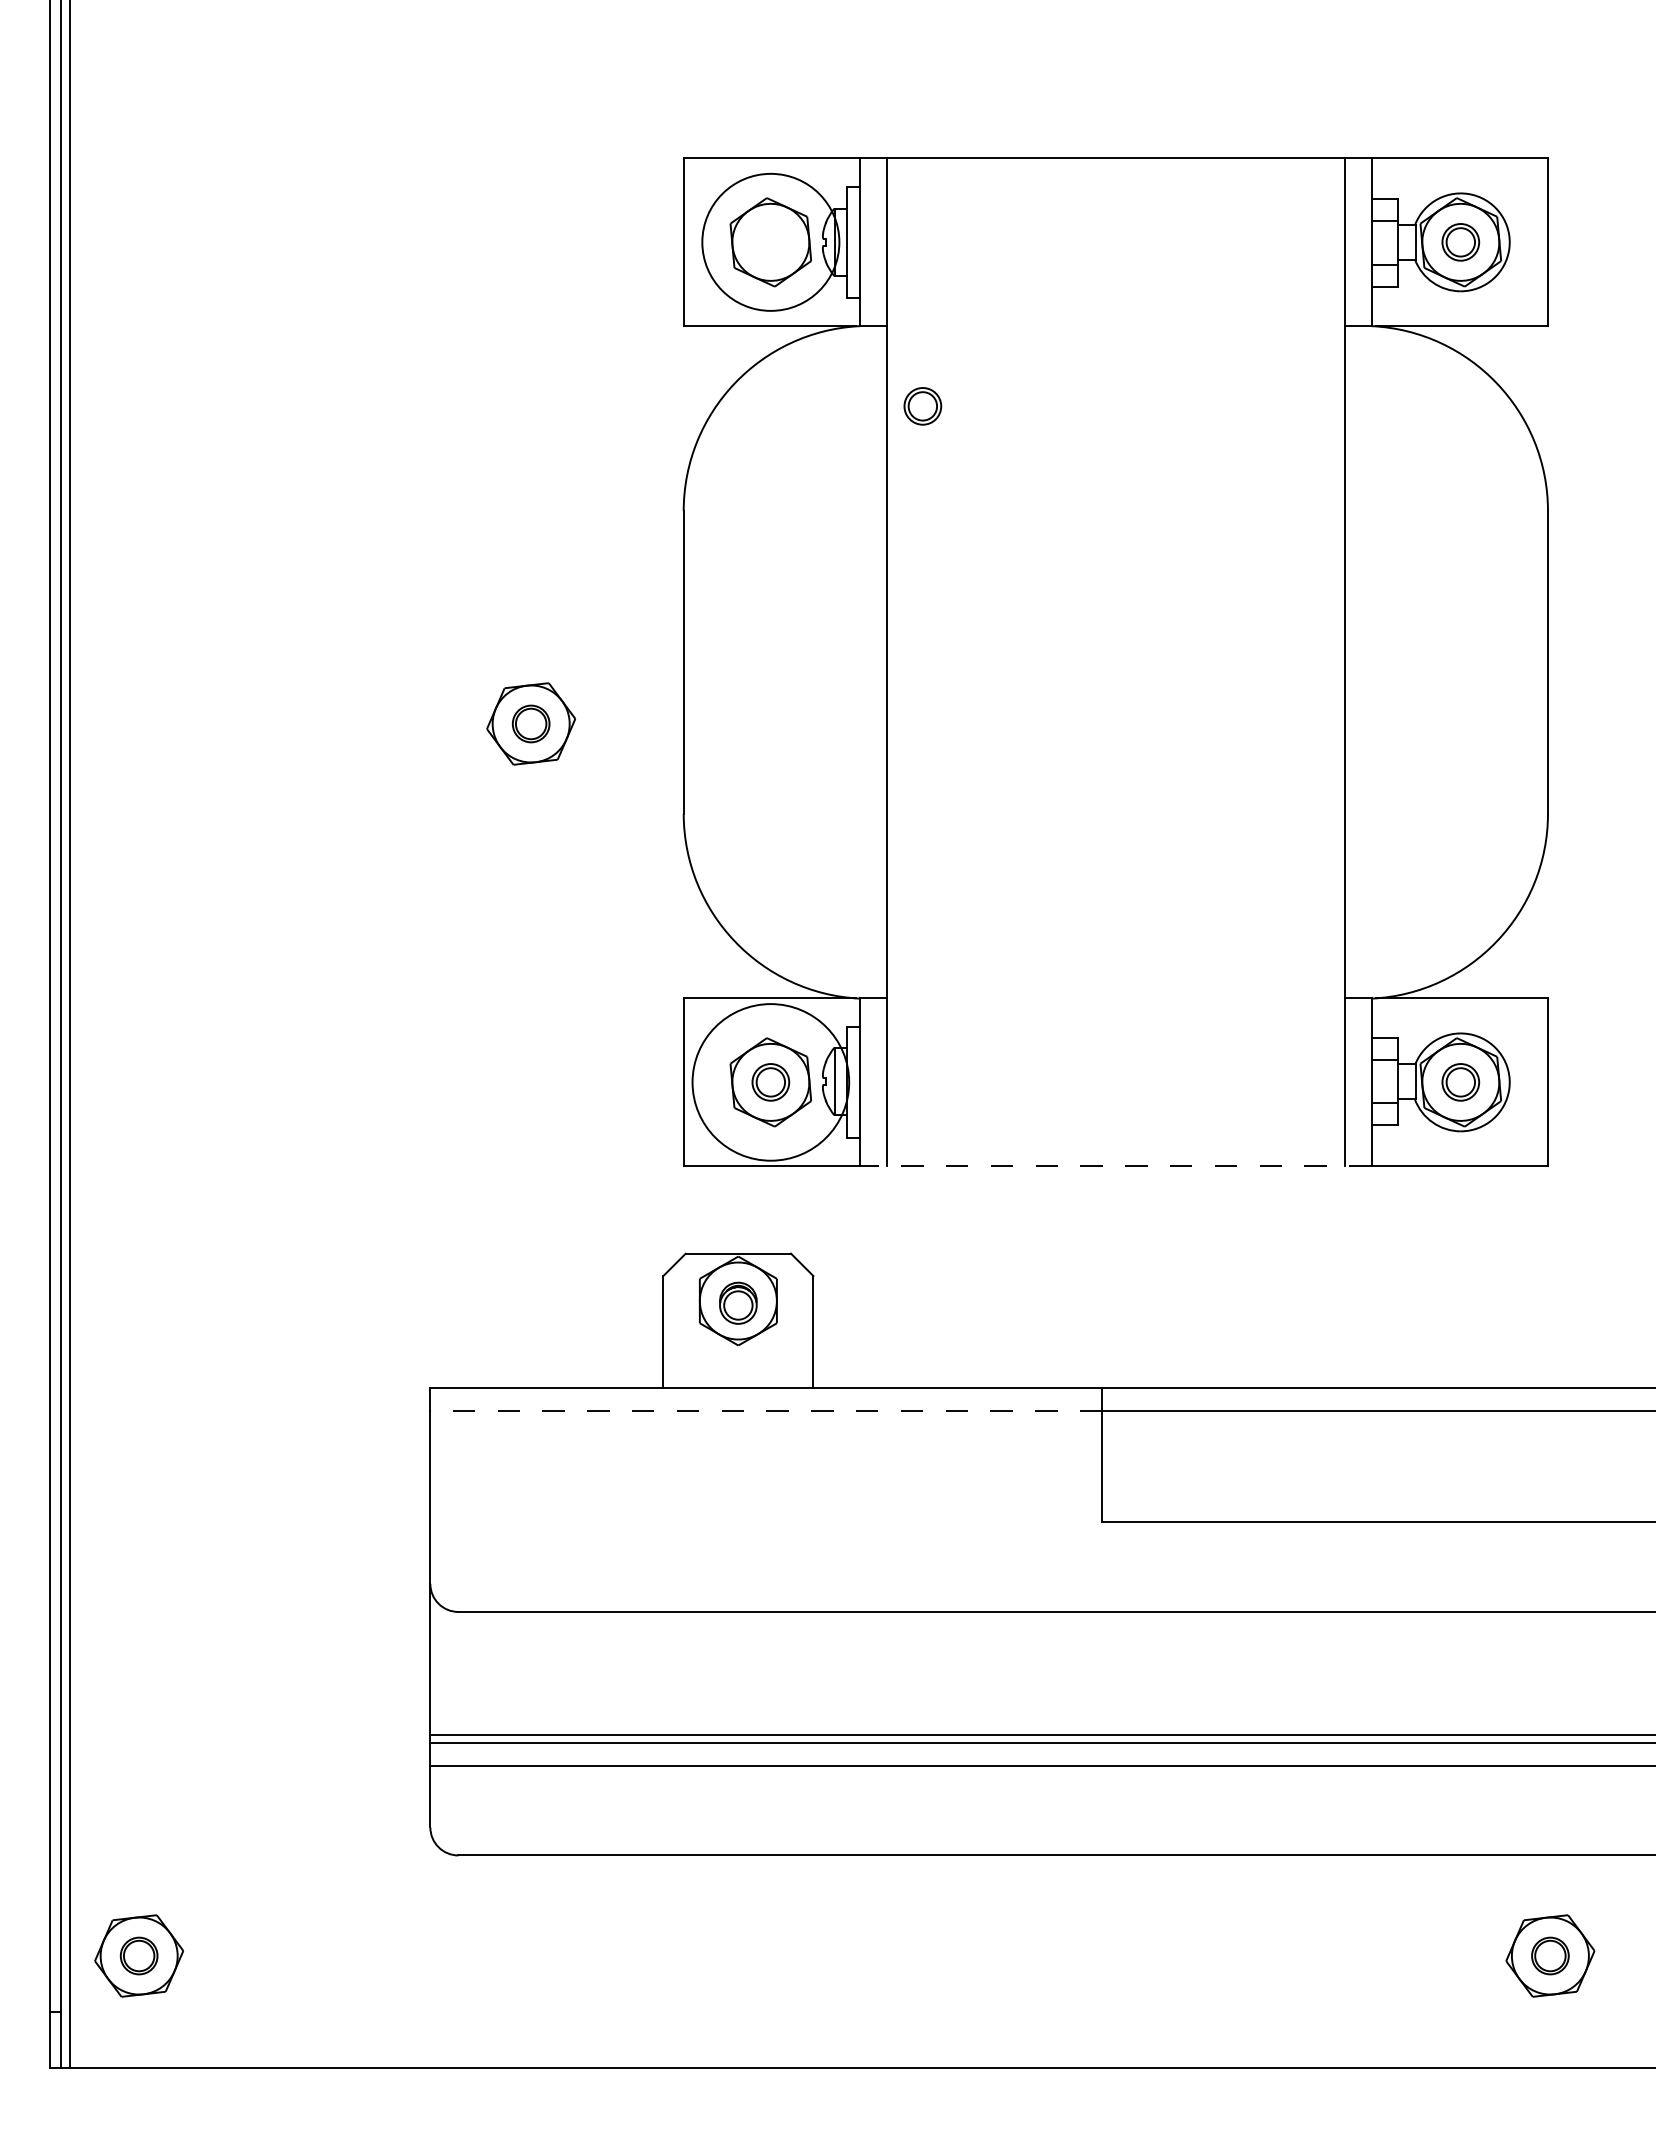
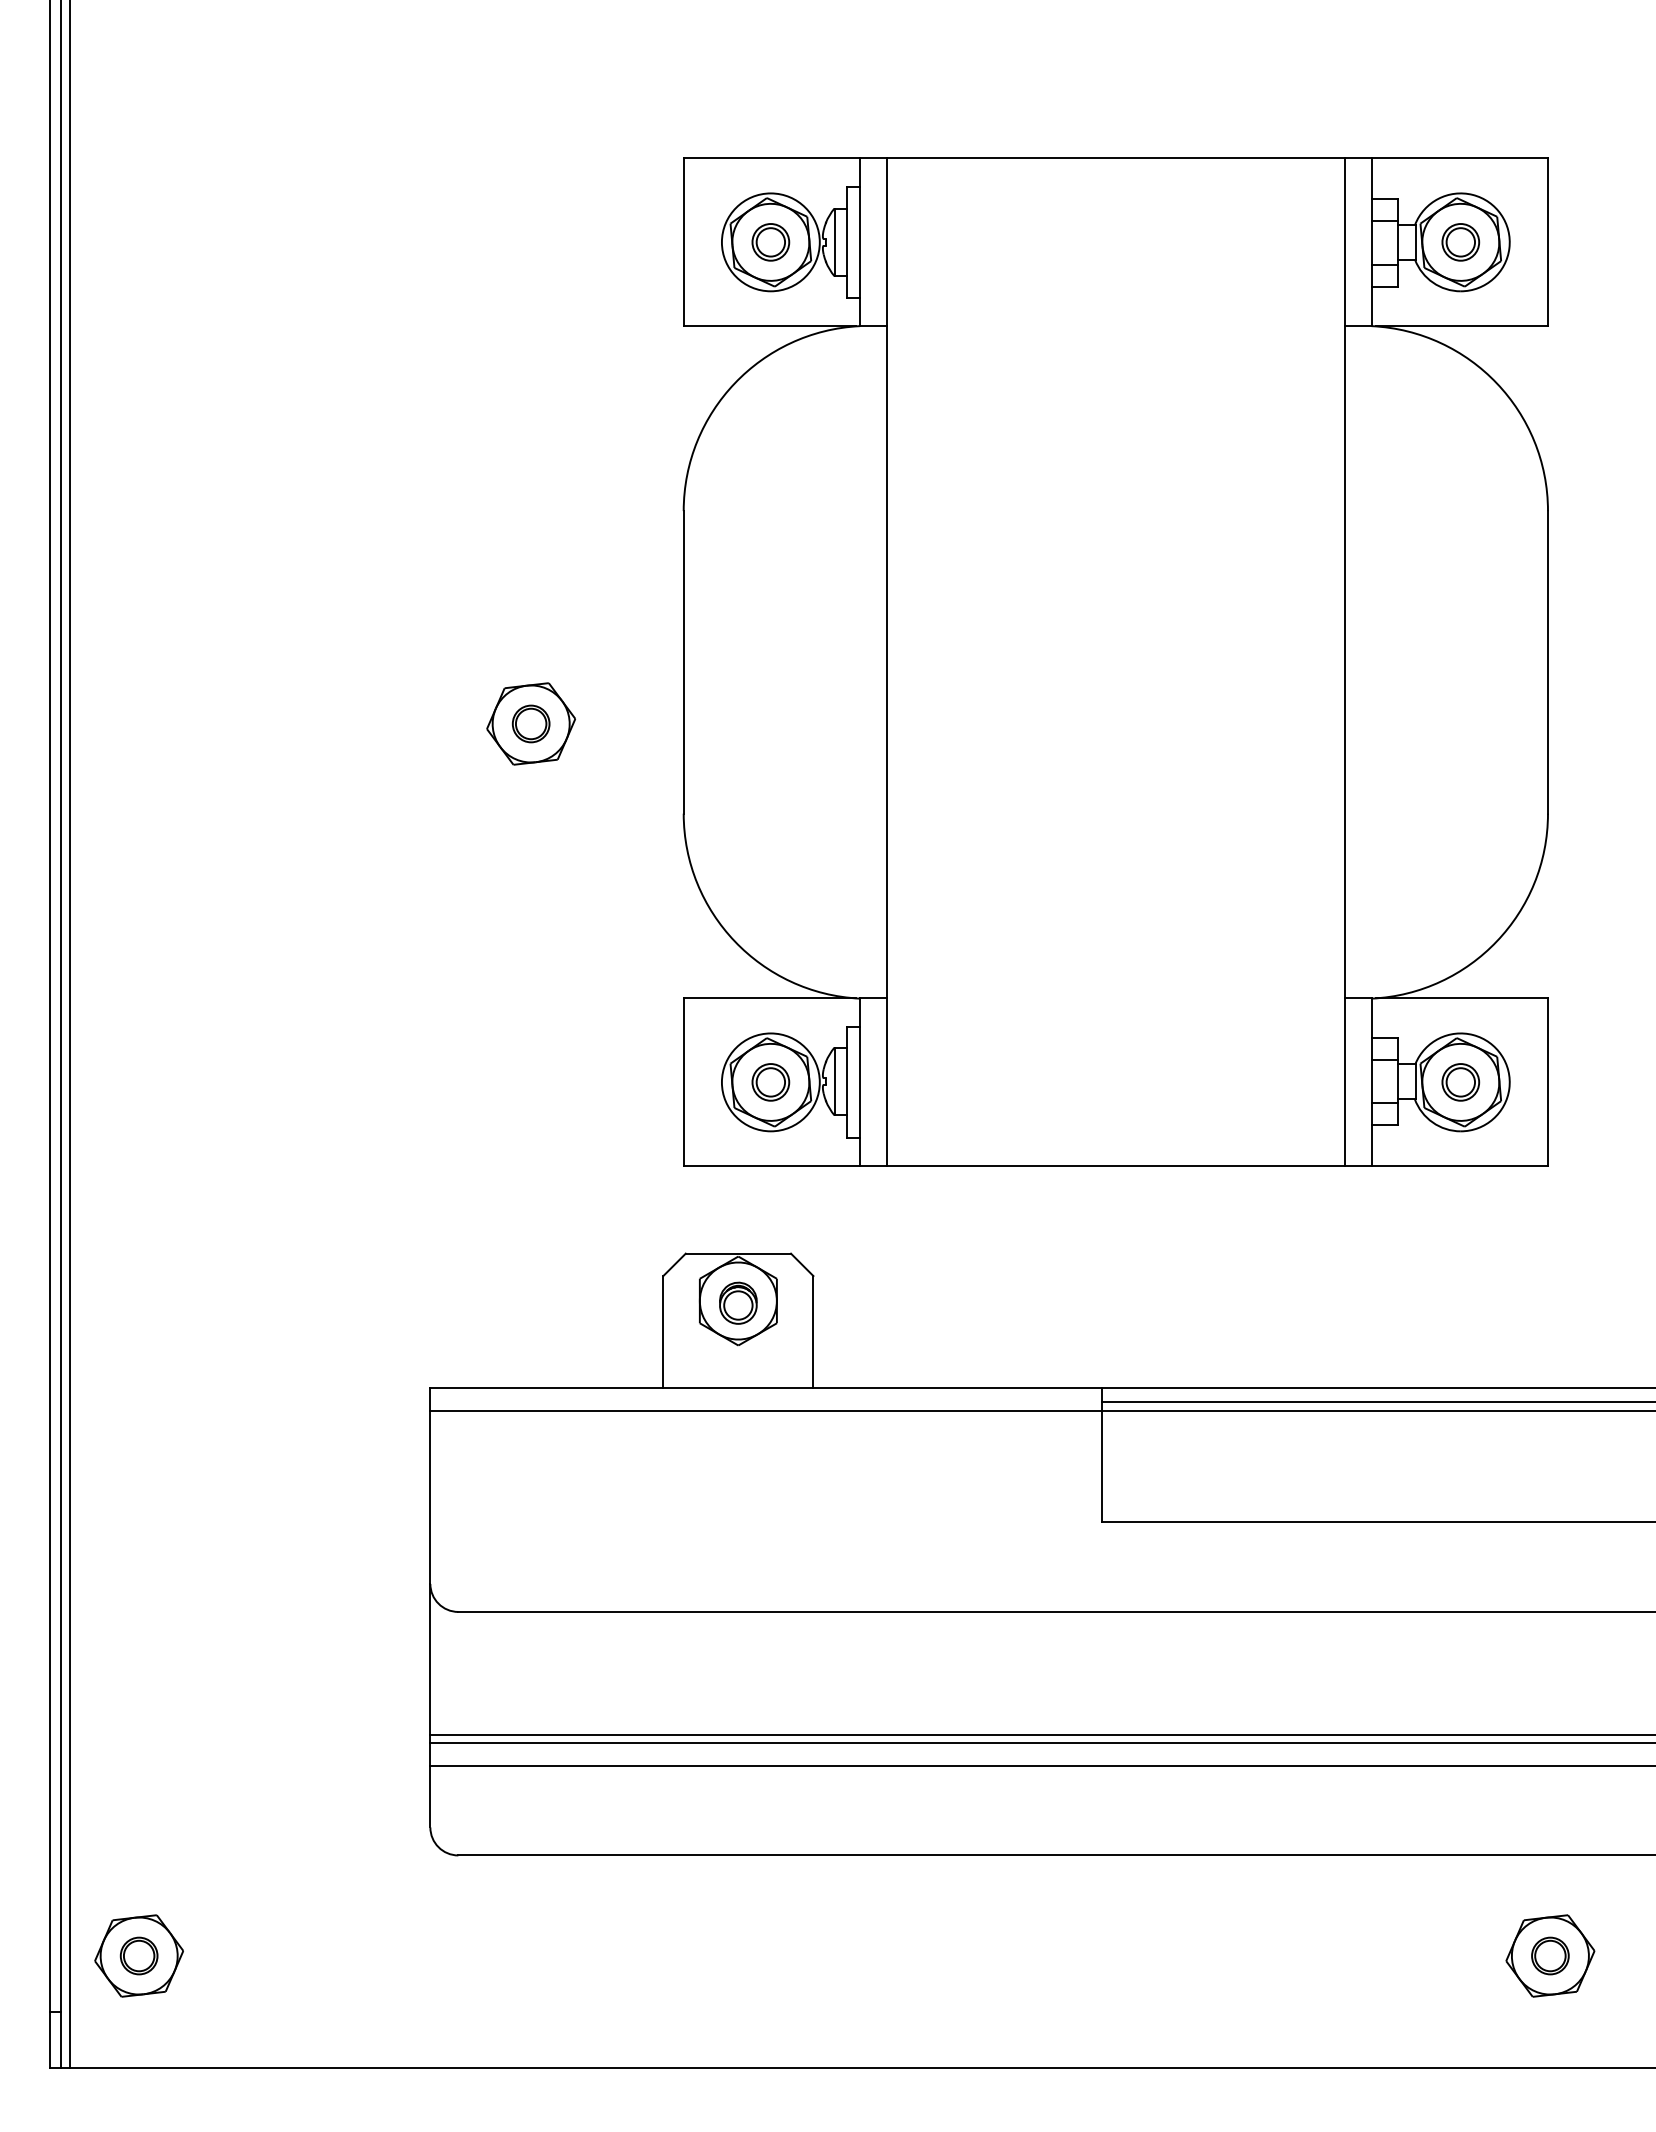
circle at (770, 241) diameter: 137 px -> 98 px
part at (922, 406) position: (922, 406) -> (770, 242)
circle at (770, 1082) diameter: 157 px -> 98 px
line at (1115, 1166): dashed -> solid
line at (1377, 1402): none -> present
line at (765, 1411): dashed -> solid
